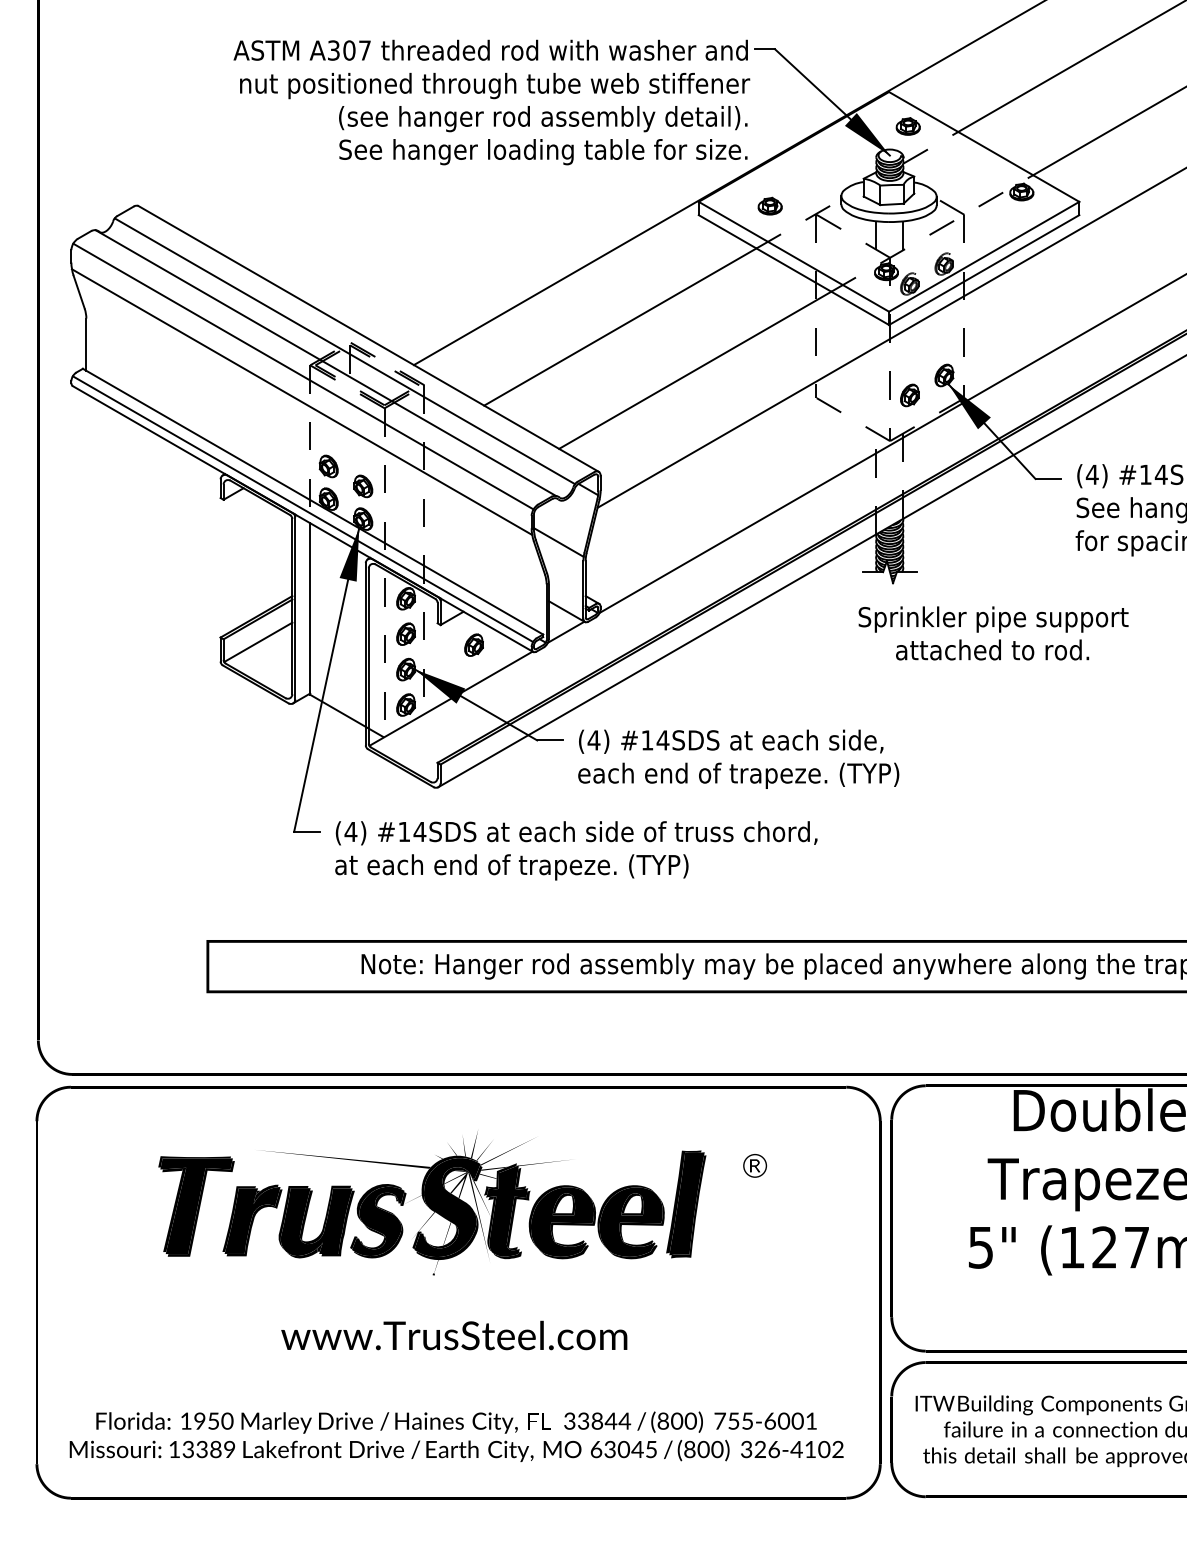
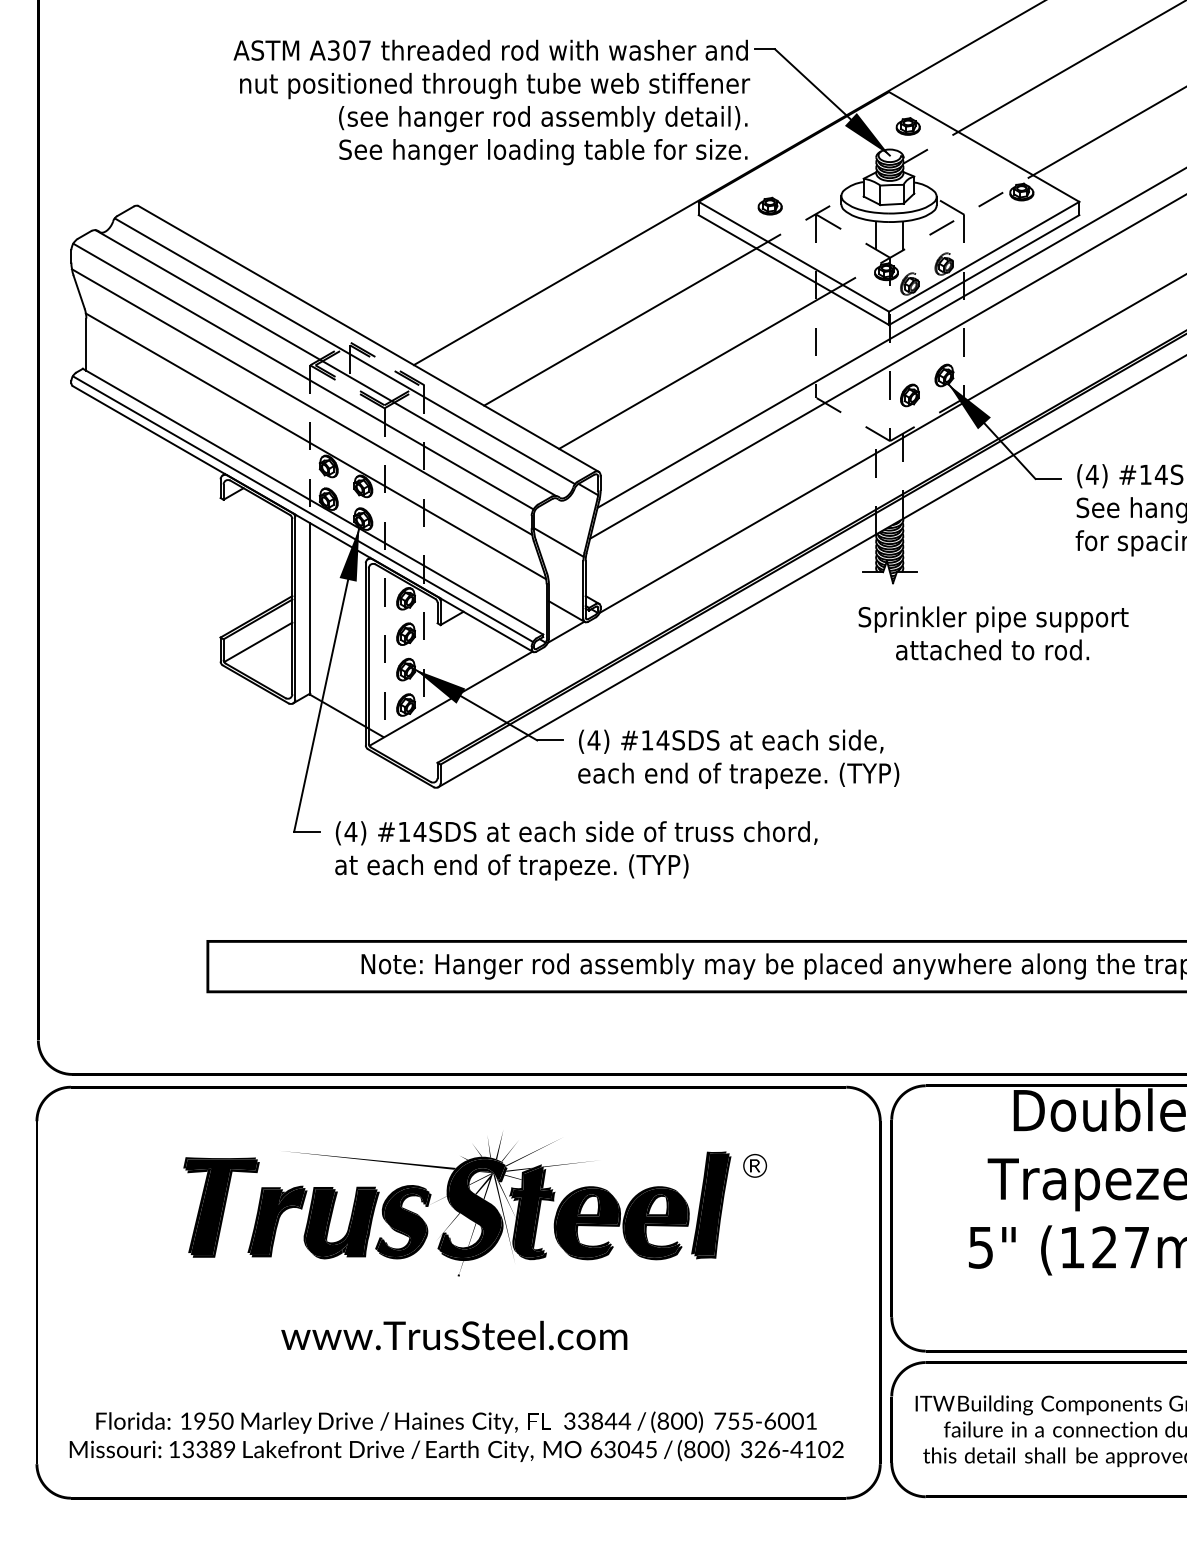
line at (886, 367): none -> present
line at (315, 446): none -> present
part at (473, 644): present -> none
part at (432, 1203) position: (432, 1203) -> (457, 1204)
